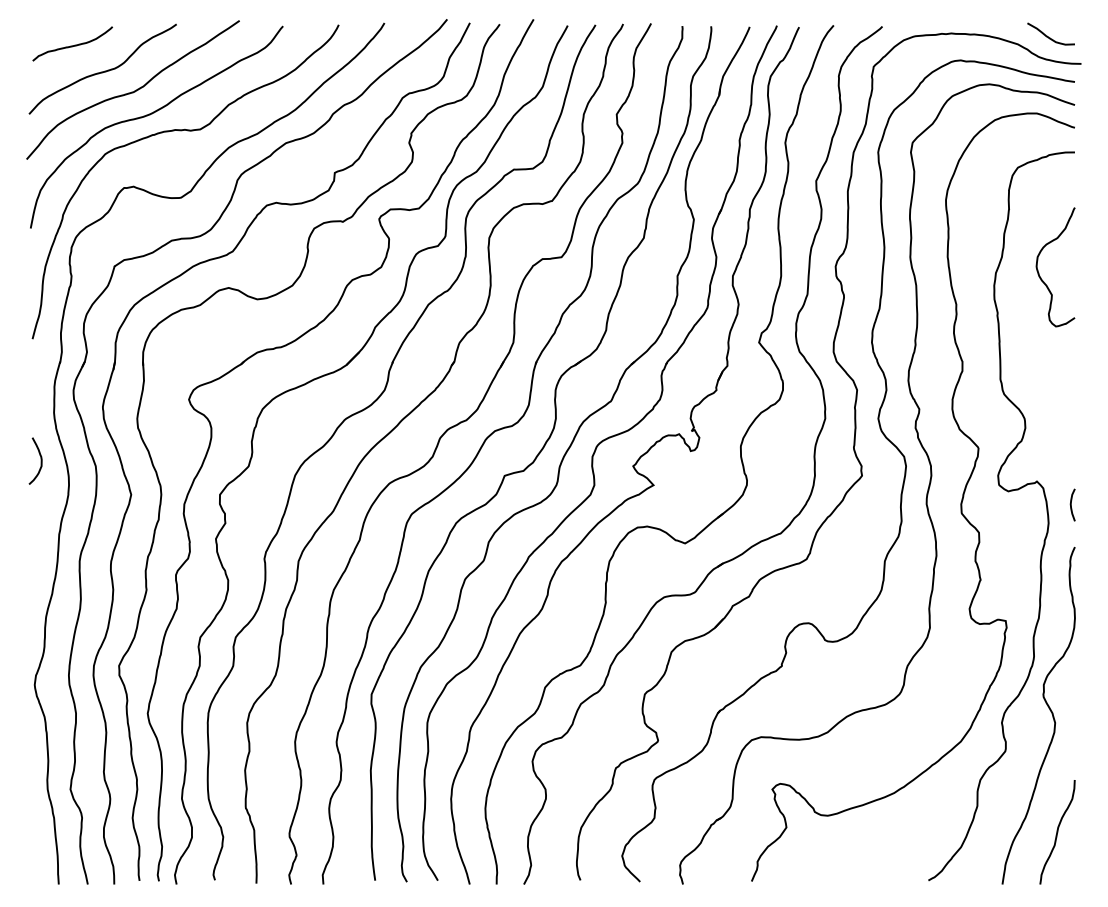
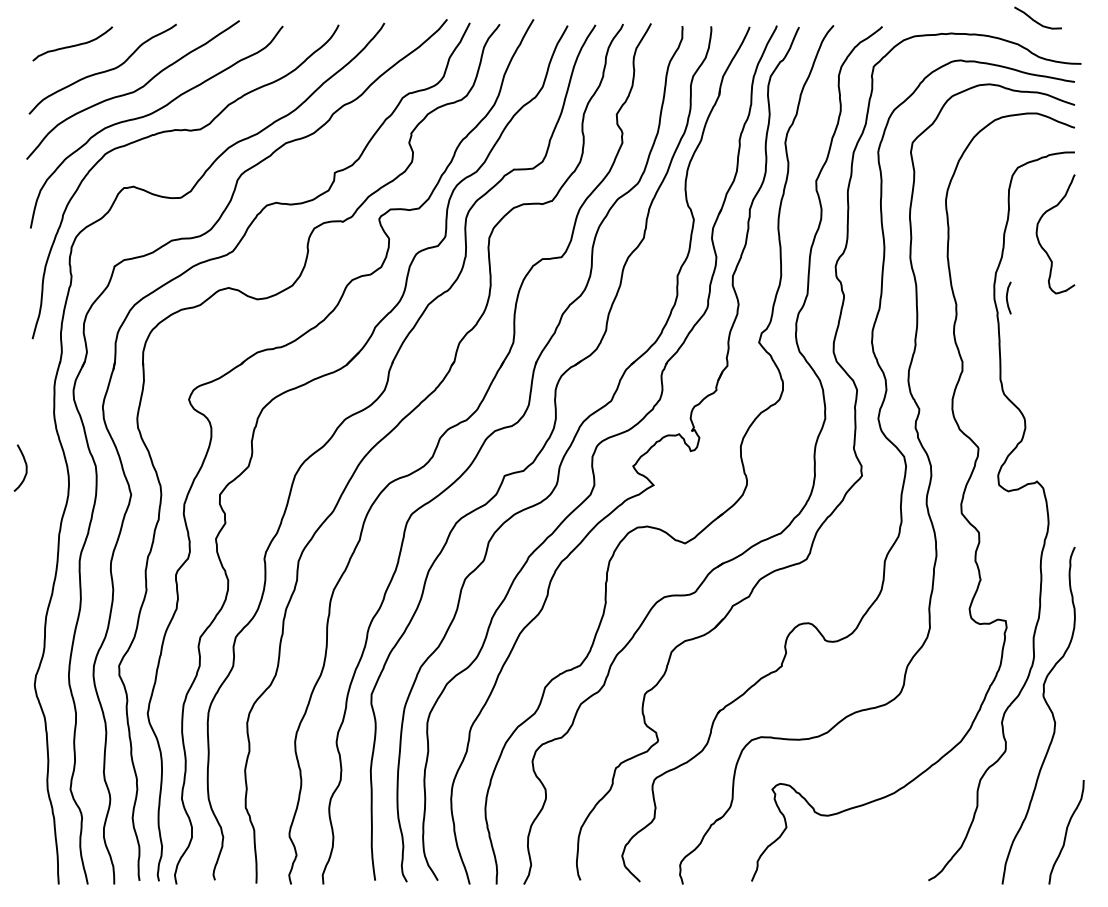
curve at (1047, 35) position: (1047, 35) -> (1034, 19)
curve at (1039, 273) position: (1039, 273) -> (1039, 240)
curve at (40, 460) position: (40, 460) -> (25, 467)
curve at (1071, 504) position: (1071, 504) -> (1007, 297)
curve at (1057, 832) position: (1057, 832) -> (1066, 832)
